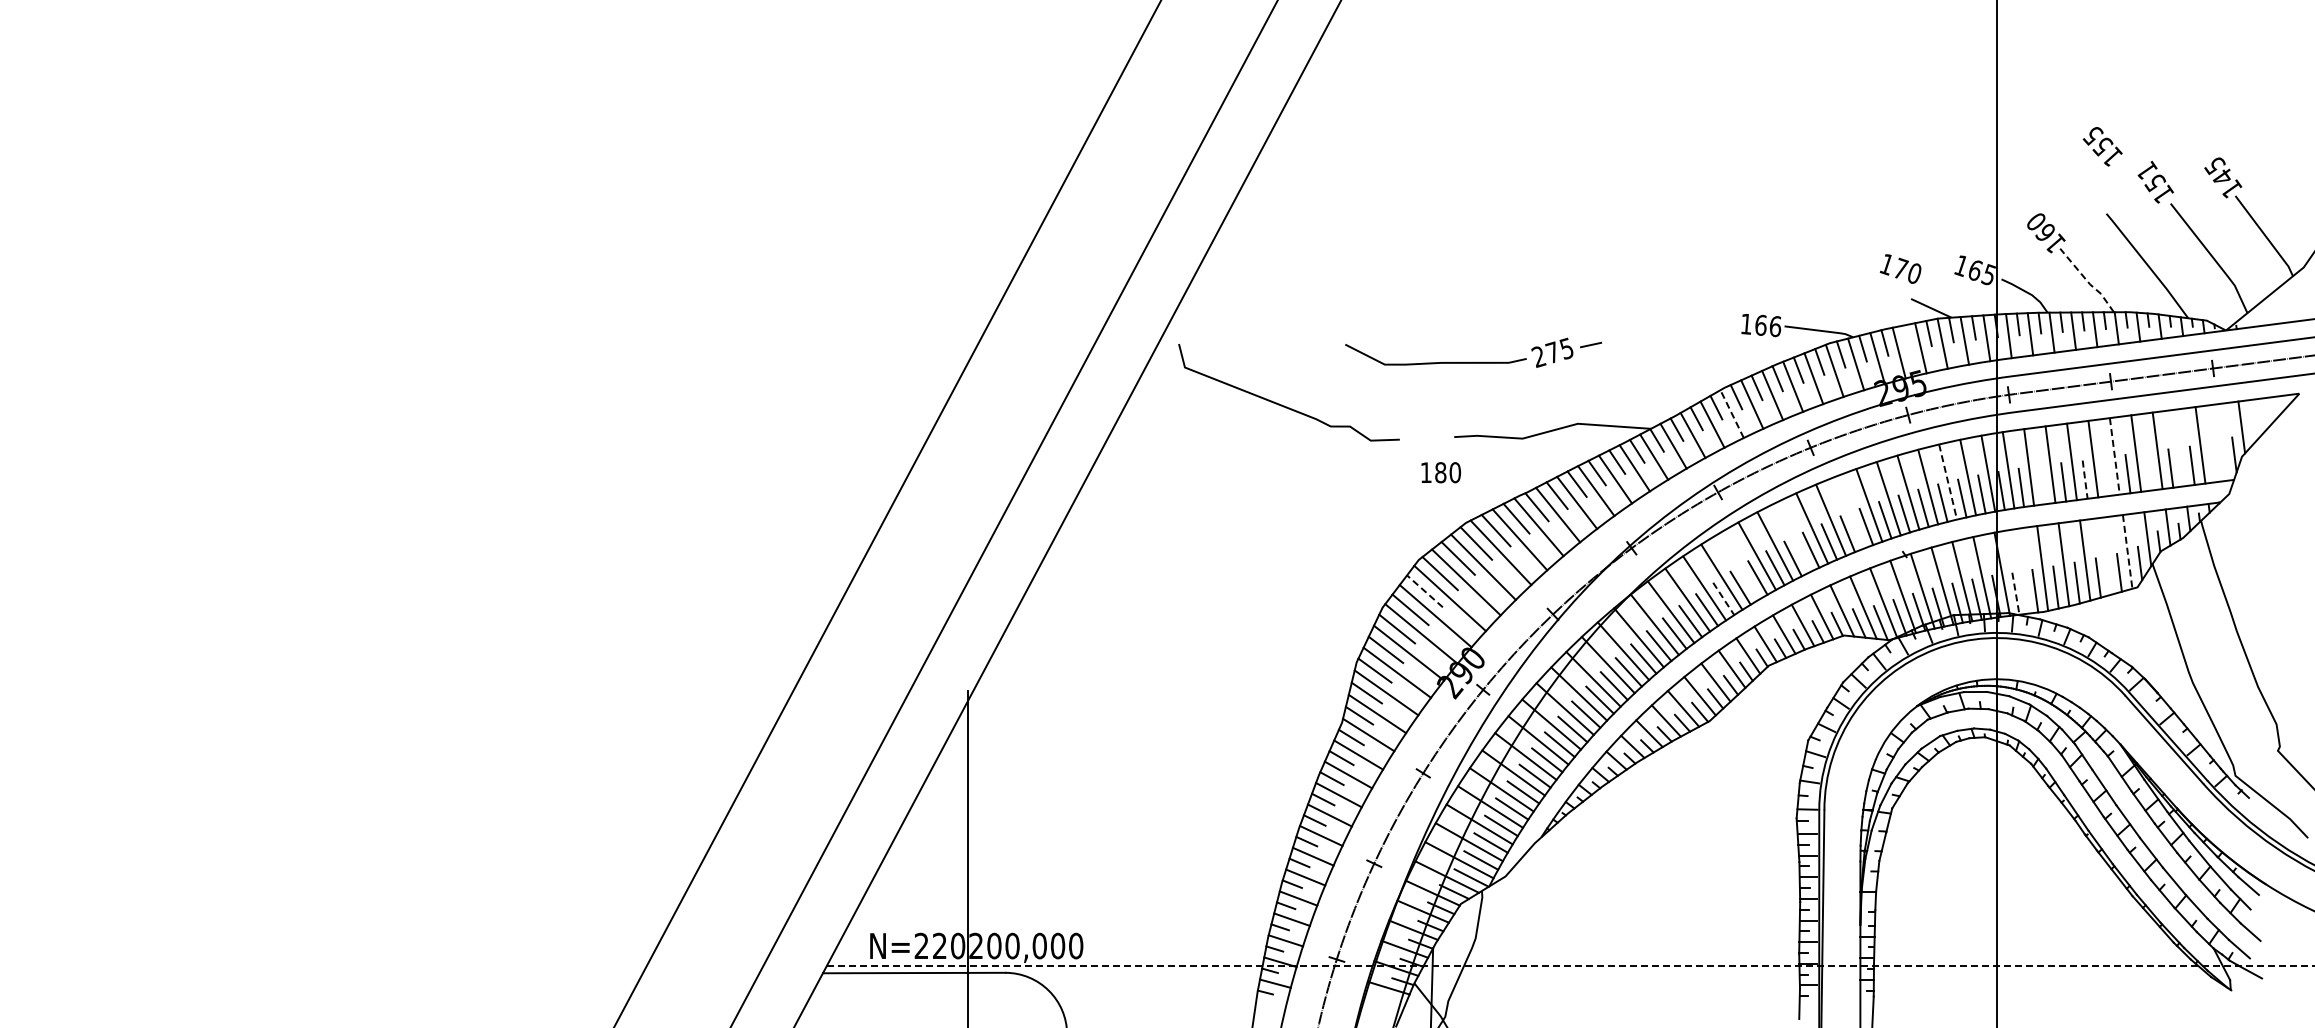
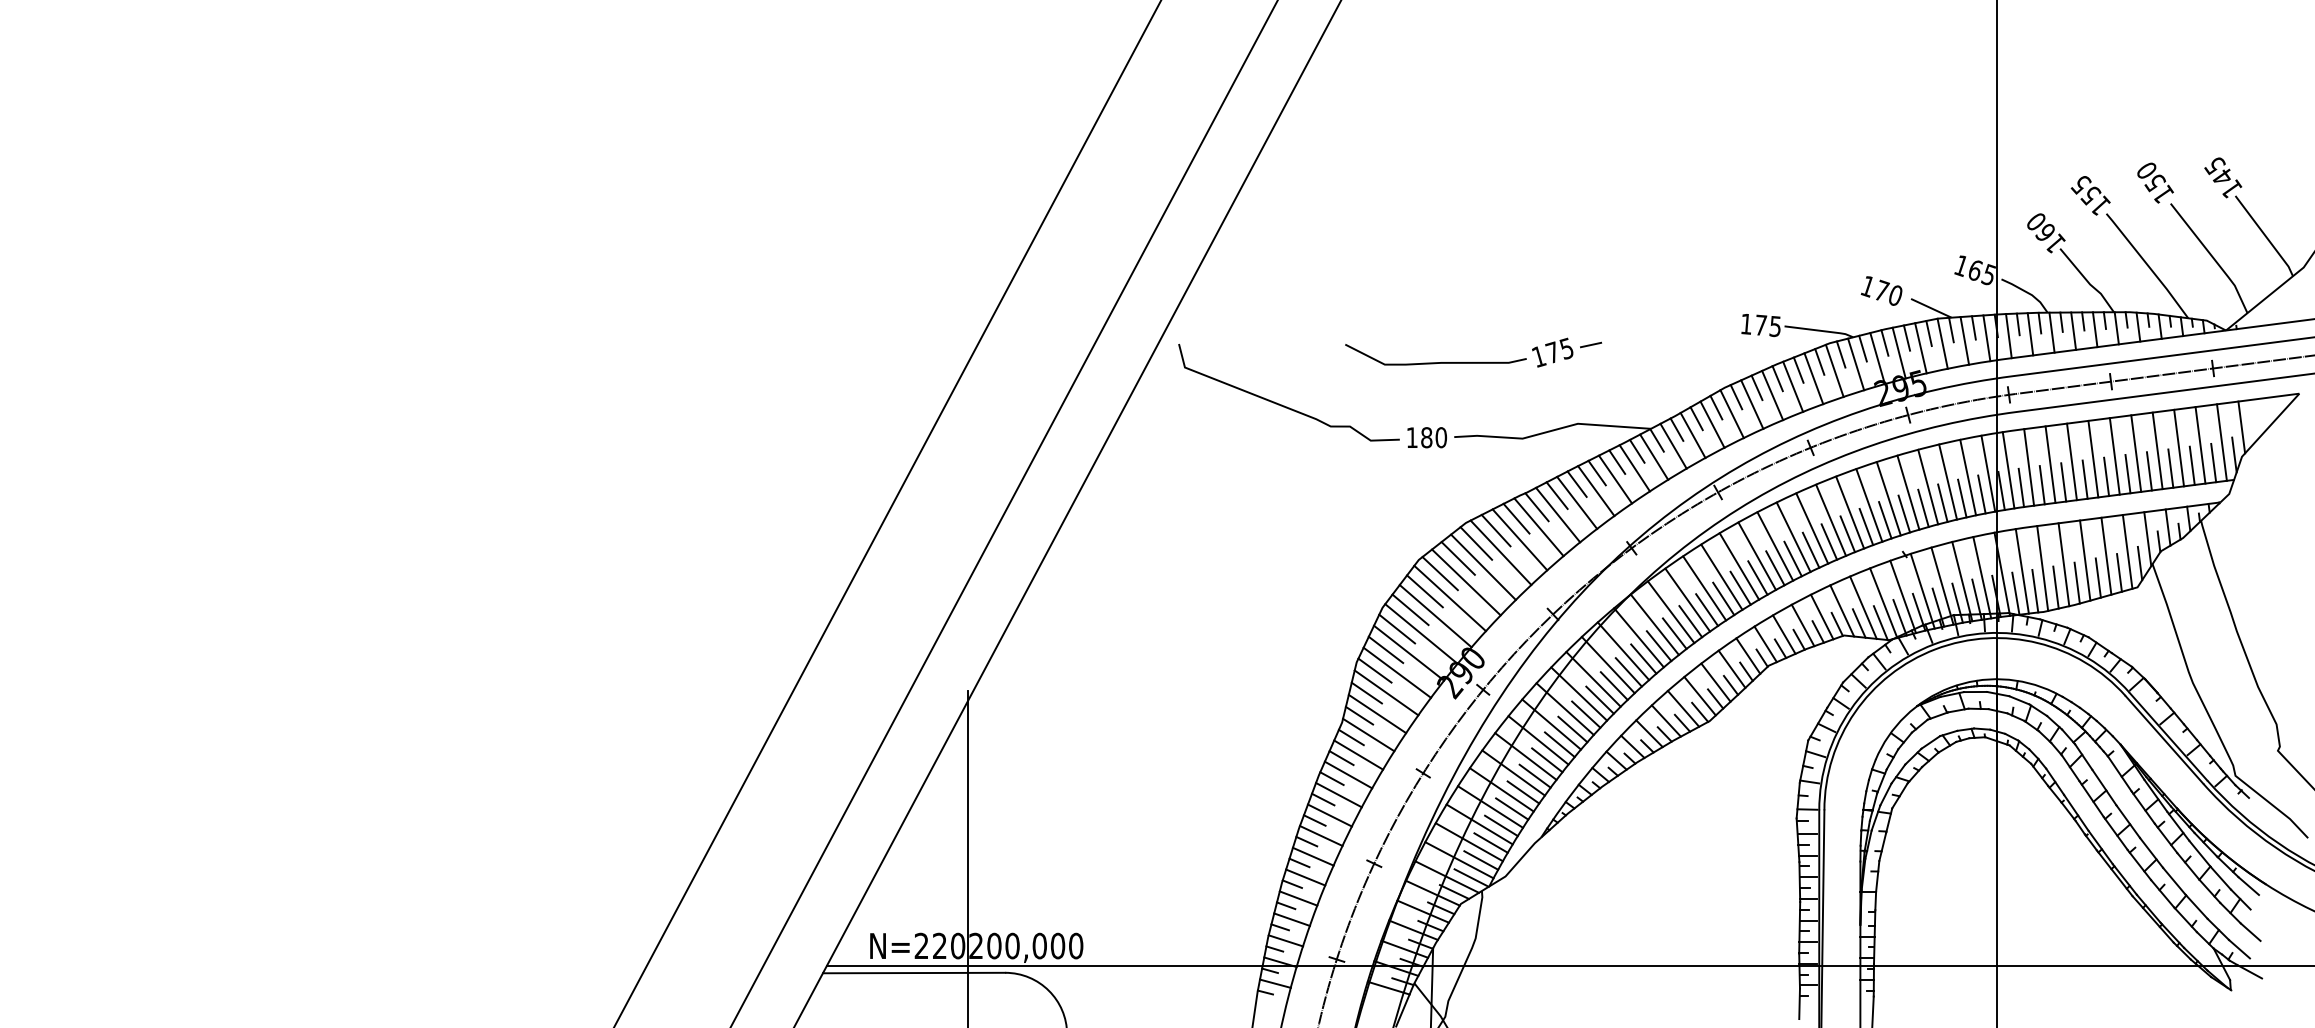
text at (2102, 146) position: (2102, 146) -> (2090, 195)
text at (2147, 169): 151 -> 150
text at (1900, 268) position: (1900, 268) -> (1881, 290)
line at (2087, 281): dashed -> solid
text at (1768, 325): 166 -> 175
line at (1906, 337): none -> present
text at (1538, 356): 275 -> 175
line at (1732, 414): dashed -> solid
line at (2221, 442): none -> present
line at (2179, 447): none -> present
line at (2114, 456): dashed -> solid
line at (2213, 462): none -> present
line at (2148, 471): none -> present
text at (1440, 472) position: (1440, 472) -> (1426, 437)
line at (2106, 476): none -> present
line at (2085, 480): dashed -> solid
line at (1948, 482): dashed -> solid
line at (2041, 485): none -> present
line at (1850, 512): none -> present
line at (1793, 536): none -> present
line at (2127, 552): dashed -> solid
line at (2106, 555): none -> present
line at (1739, 566): none -> present
line at (2021, 571): none -> present
line at (1424, 591): dashed -> solid
line at (2015, 594): dashed -> solid
line at (1723, 599): dashed -> solid
line at (1570, 966): dashed -> solid
